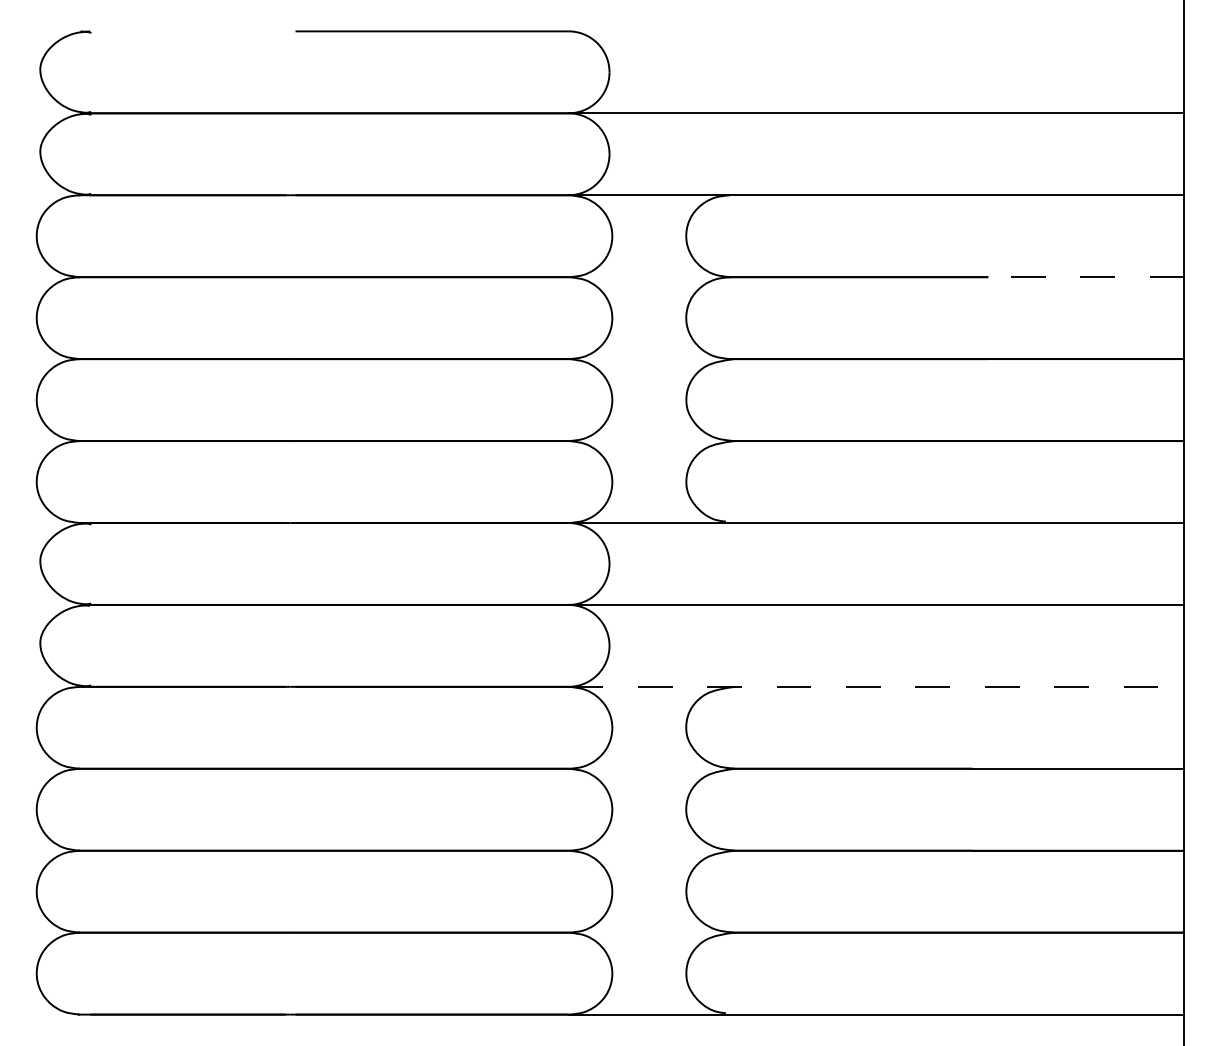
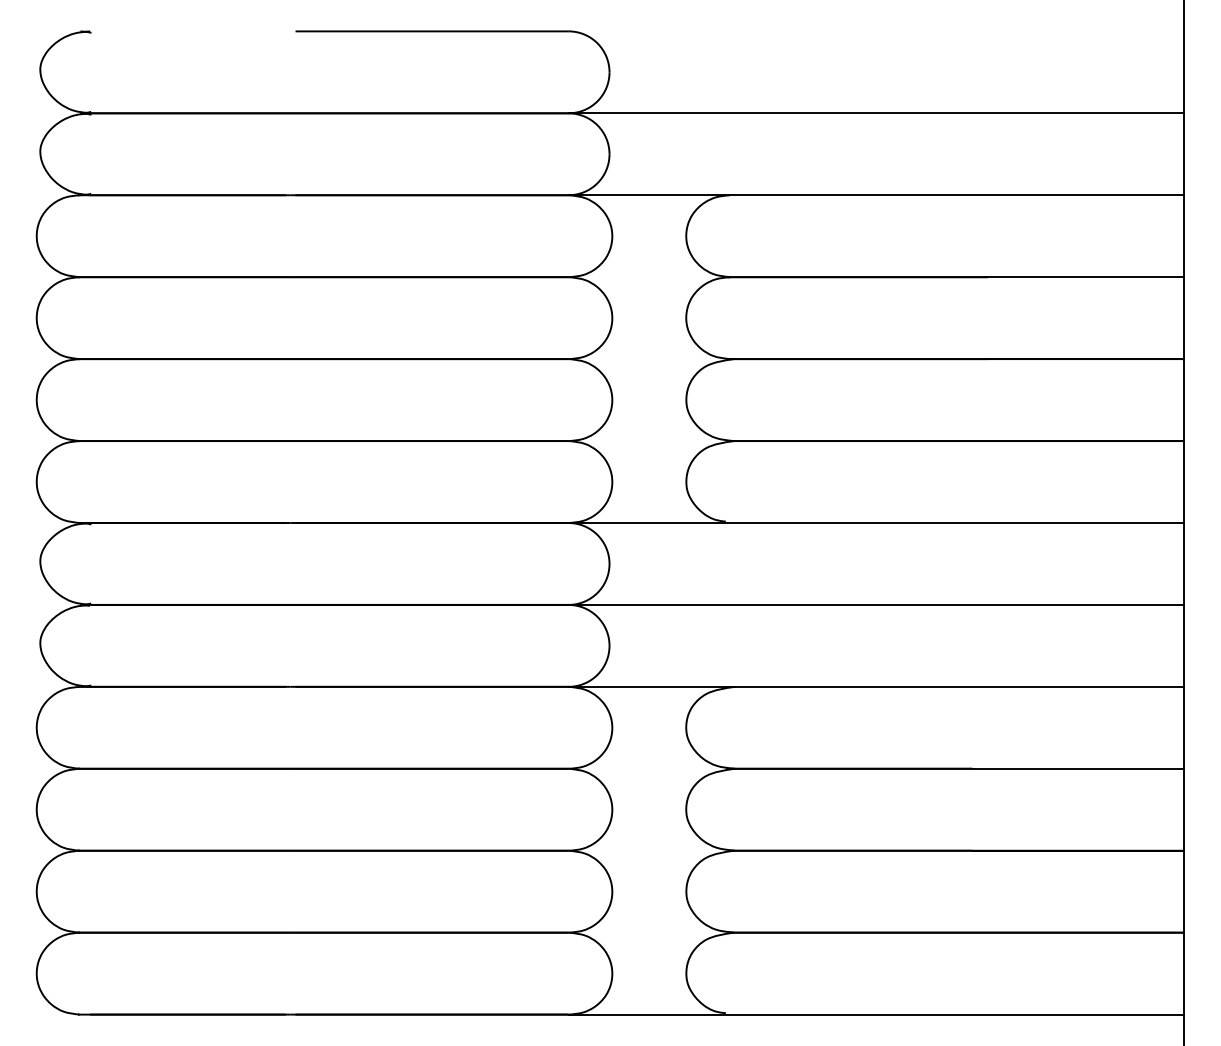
line at (1084, 277): dashed -> solid
line at (876, 686): dashed -> solid
